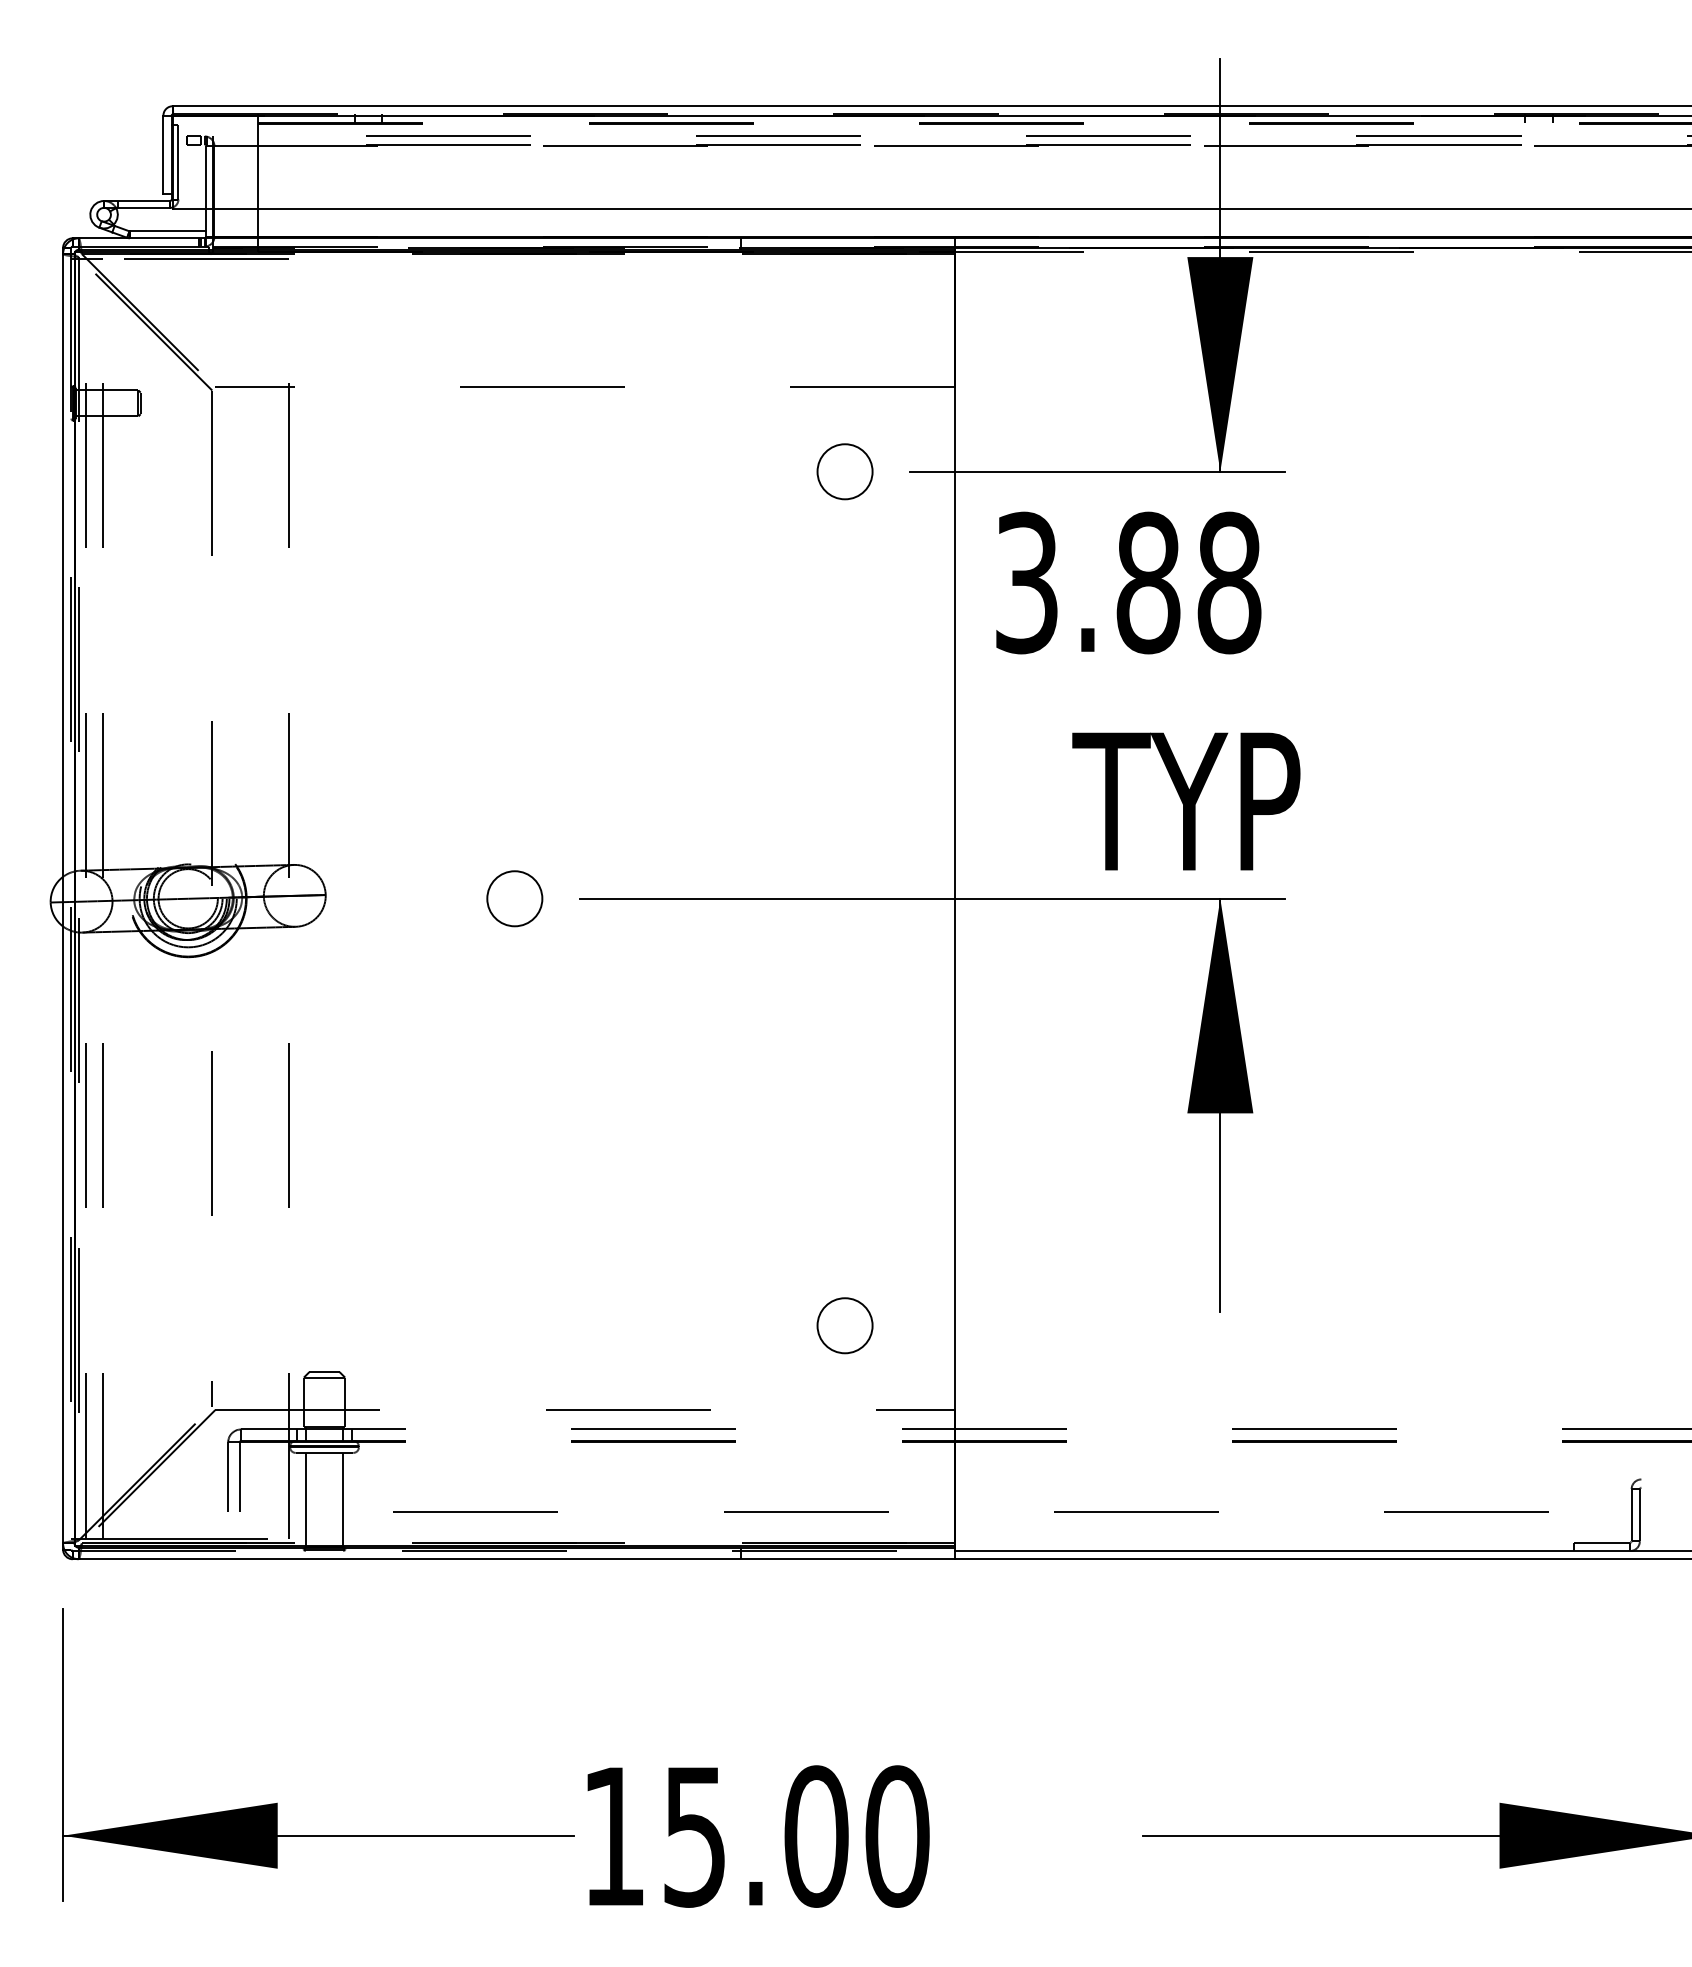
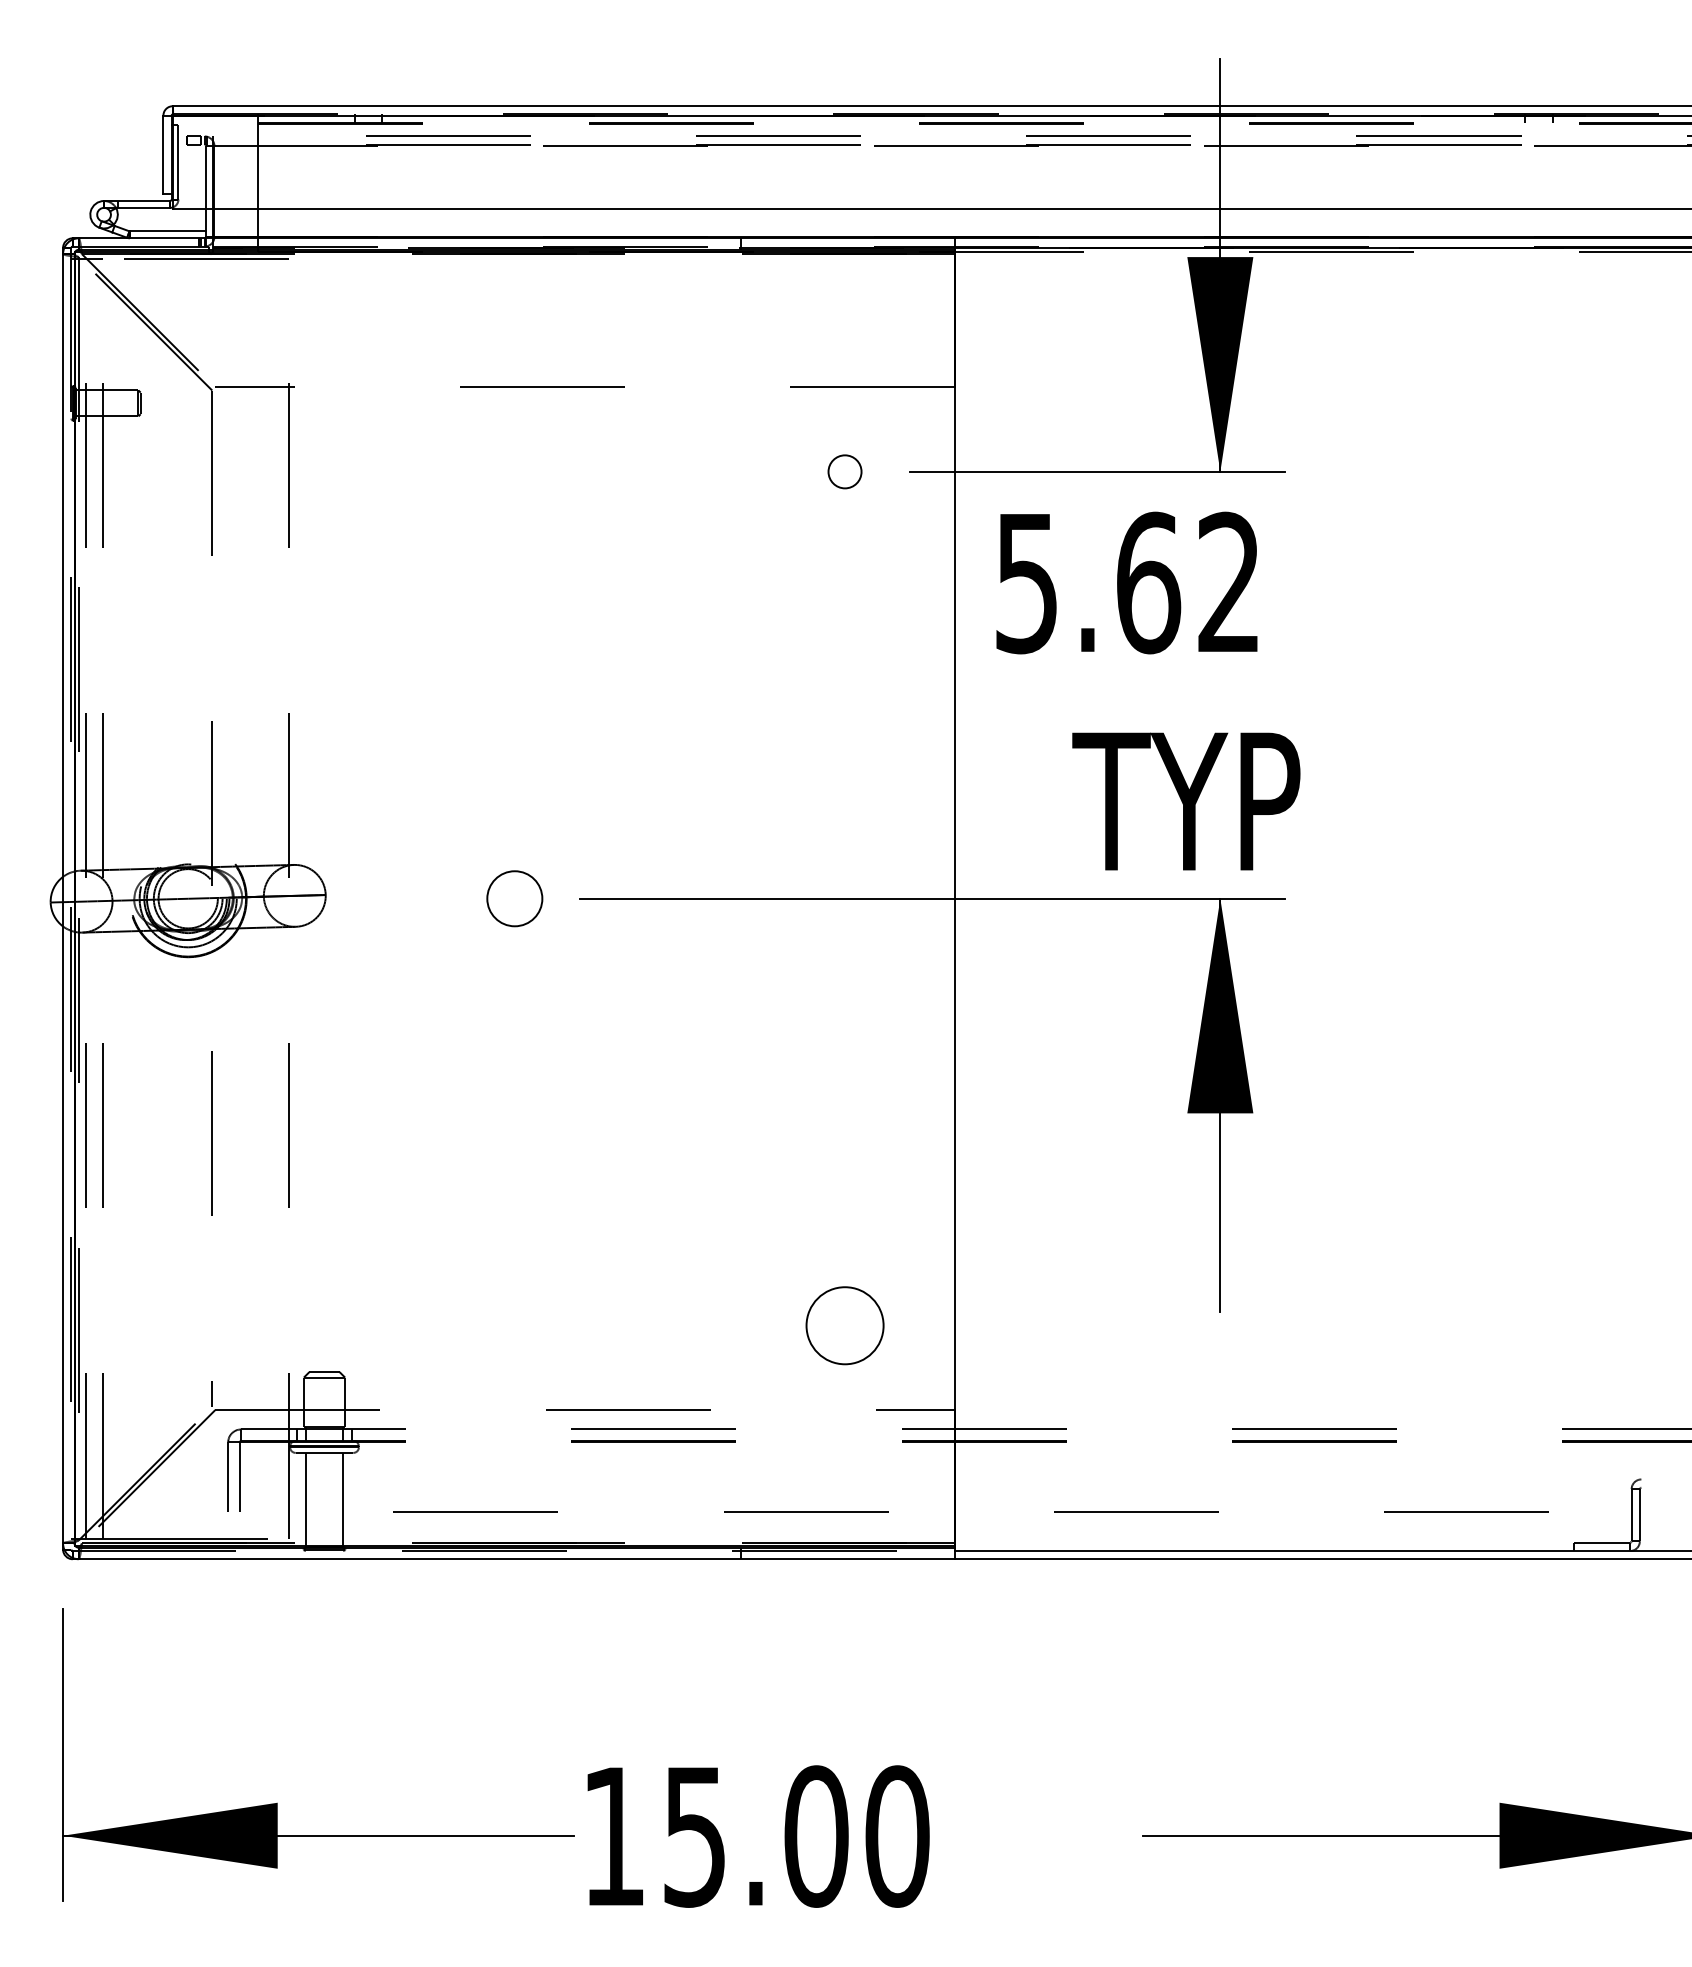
circle at (844, 471) size: 58x58 px -> 36x36 px
text at (1128, 582): 3.88 -> 5.62
circle at (844, 1325) diameter: 55 px -> 77 px
